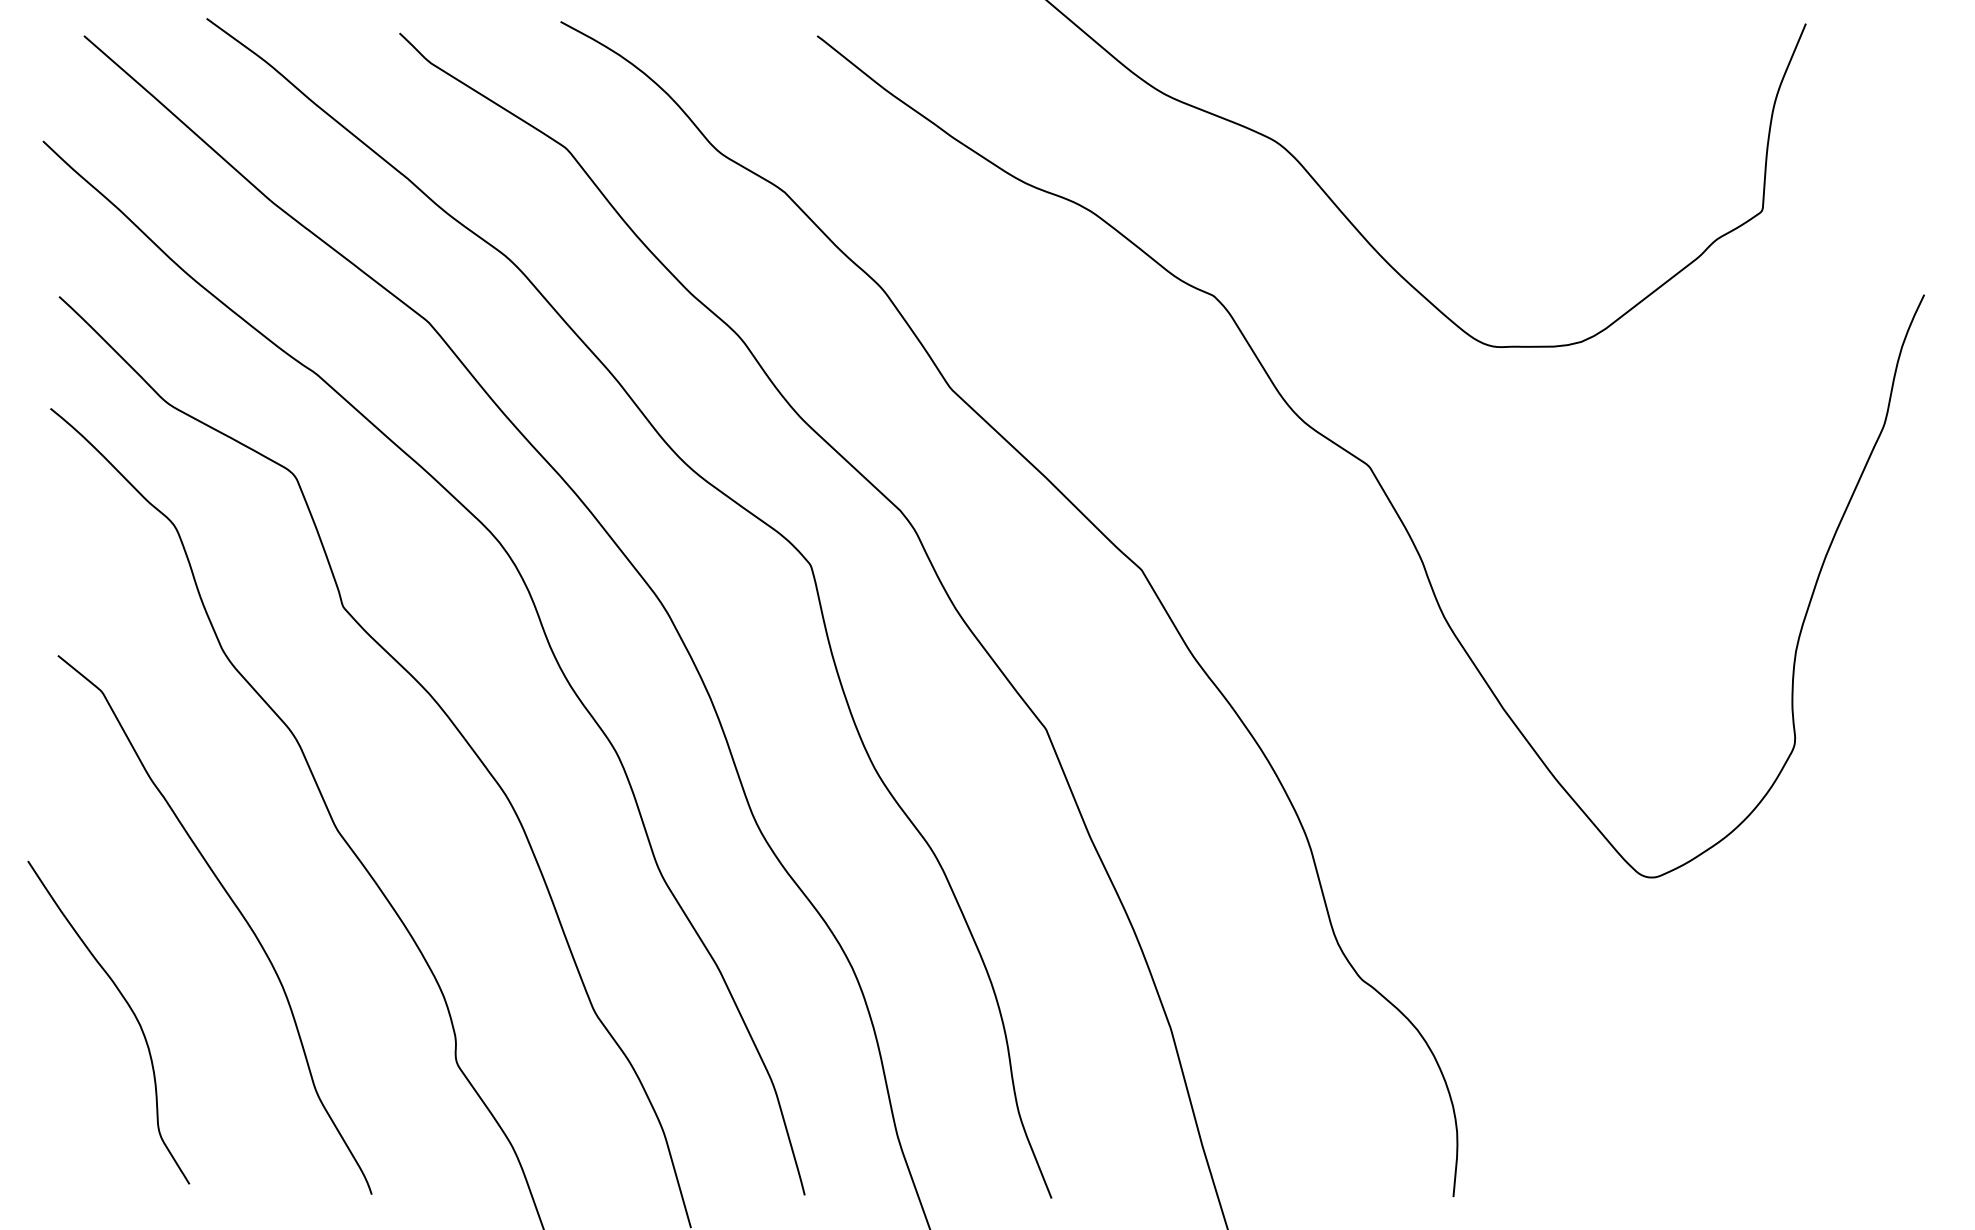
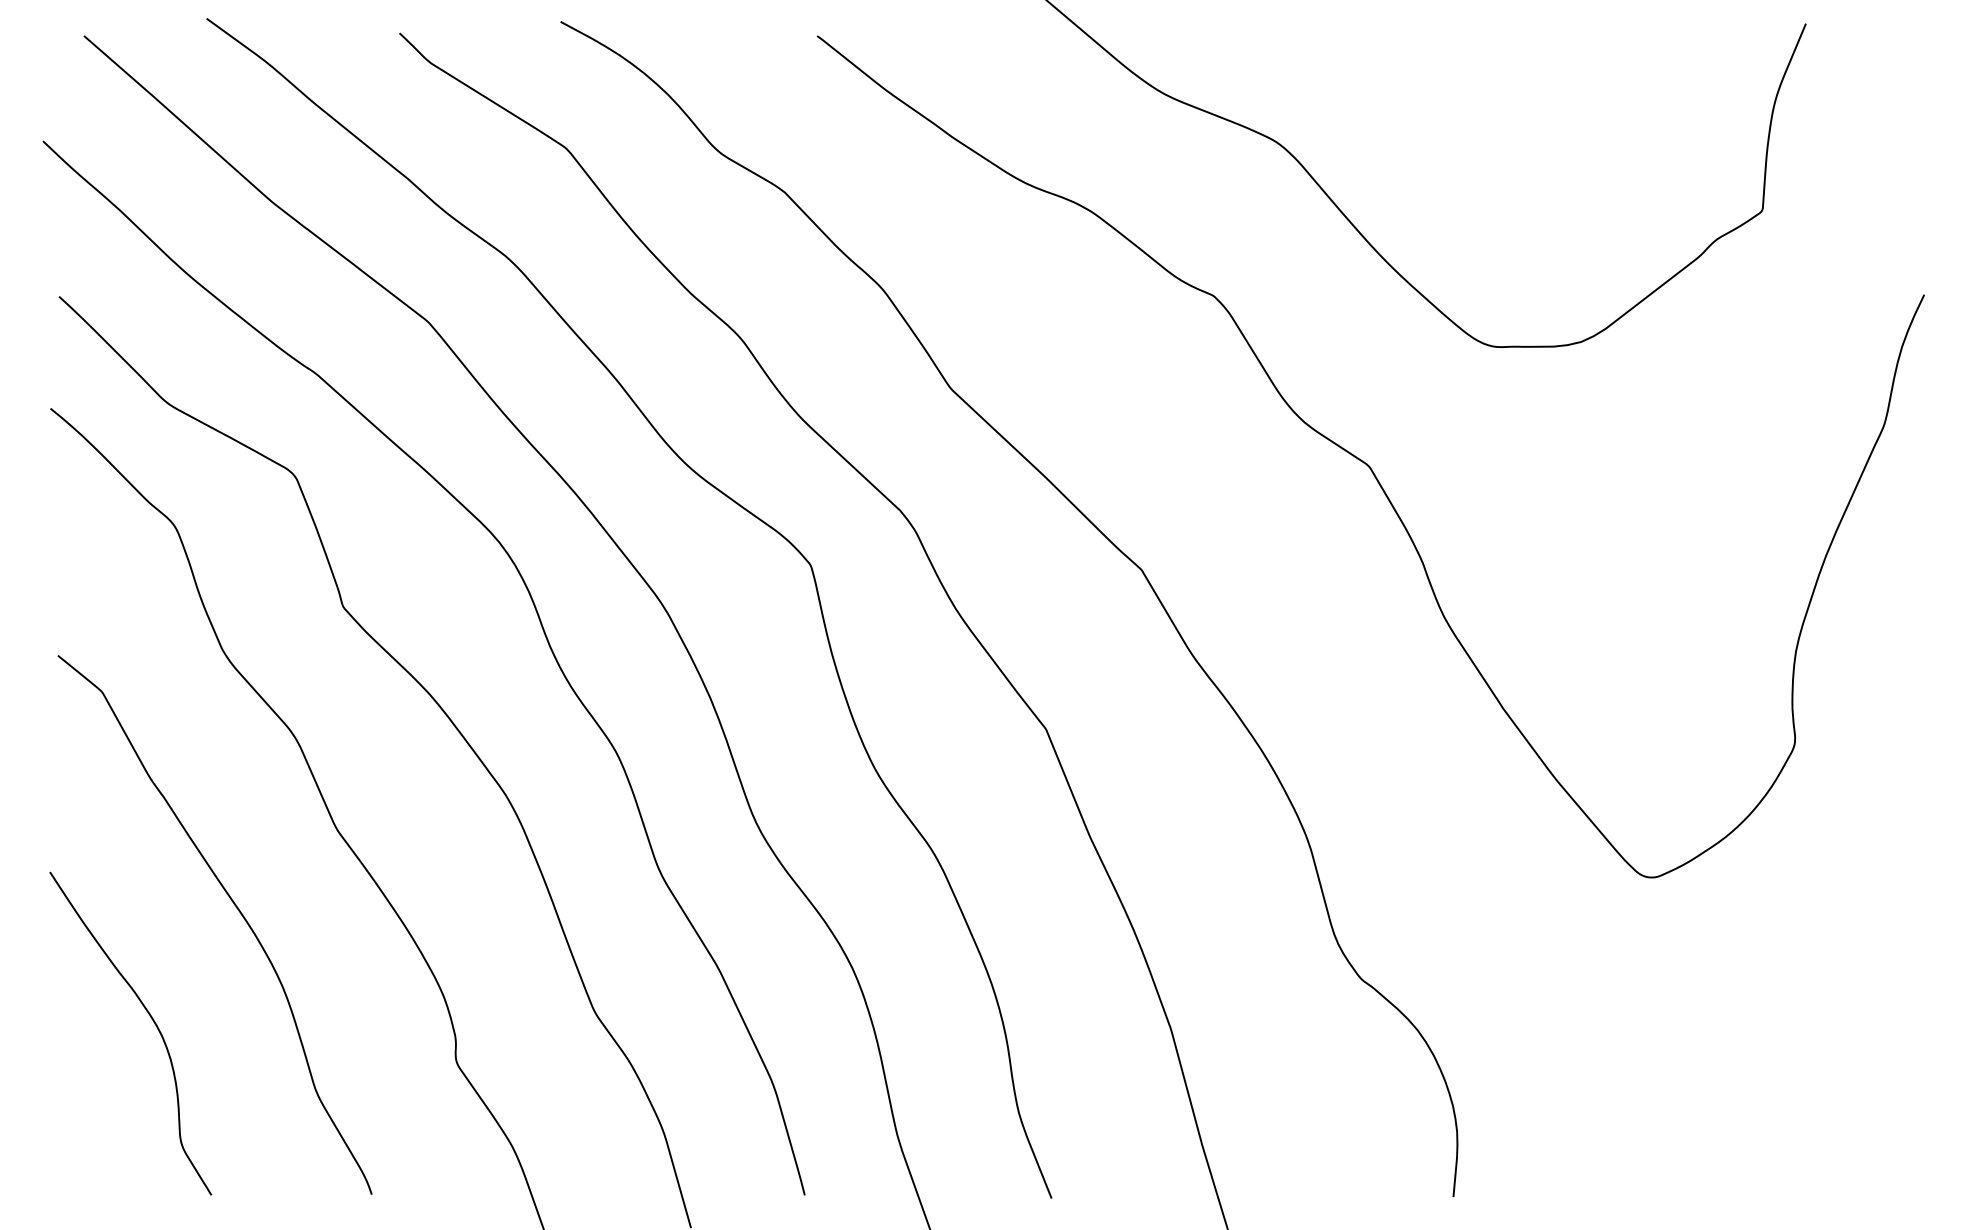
curve at (129, 1008) position: (129, 1008) -> (151, 1019)
